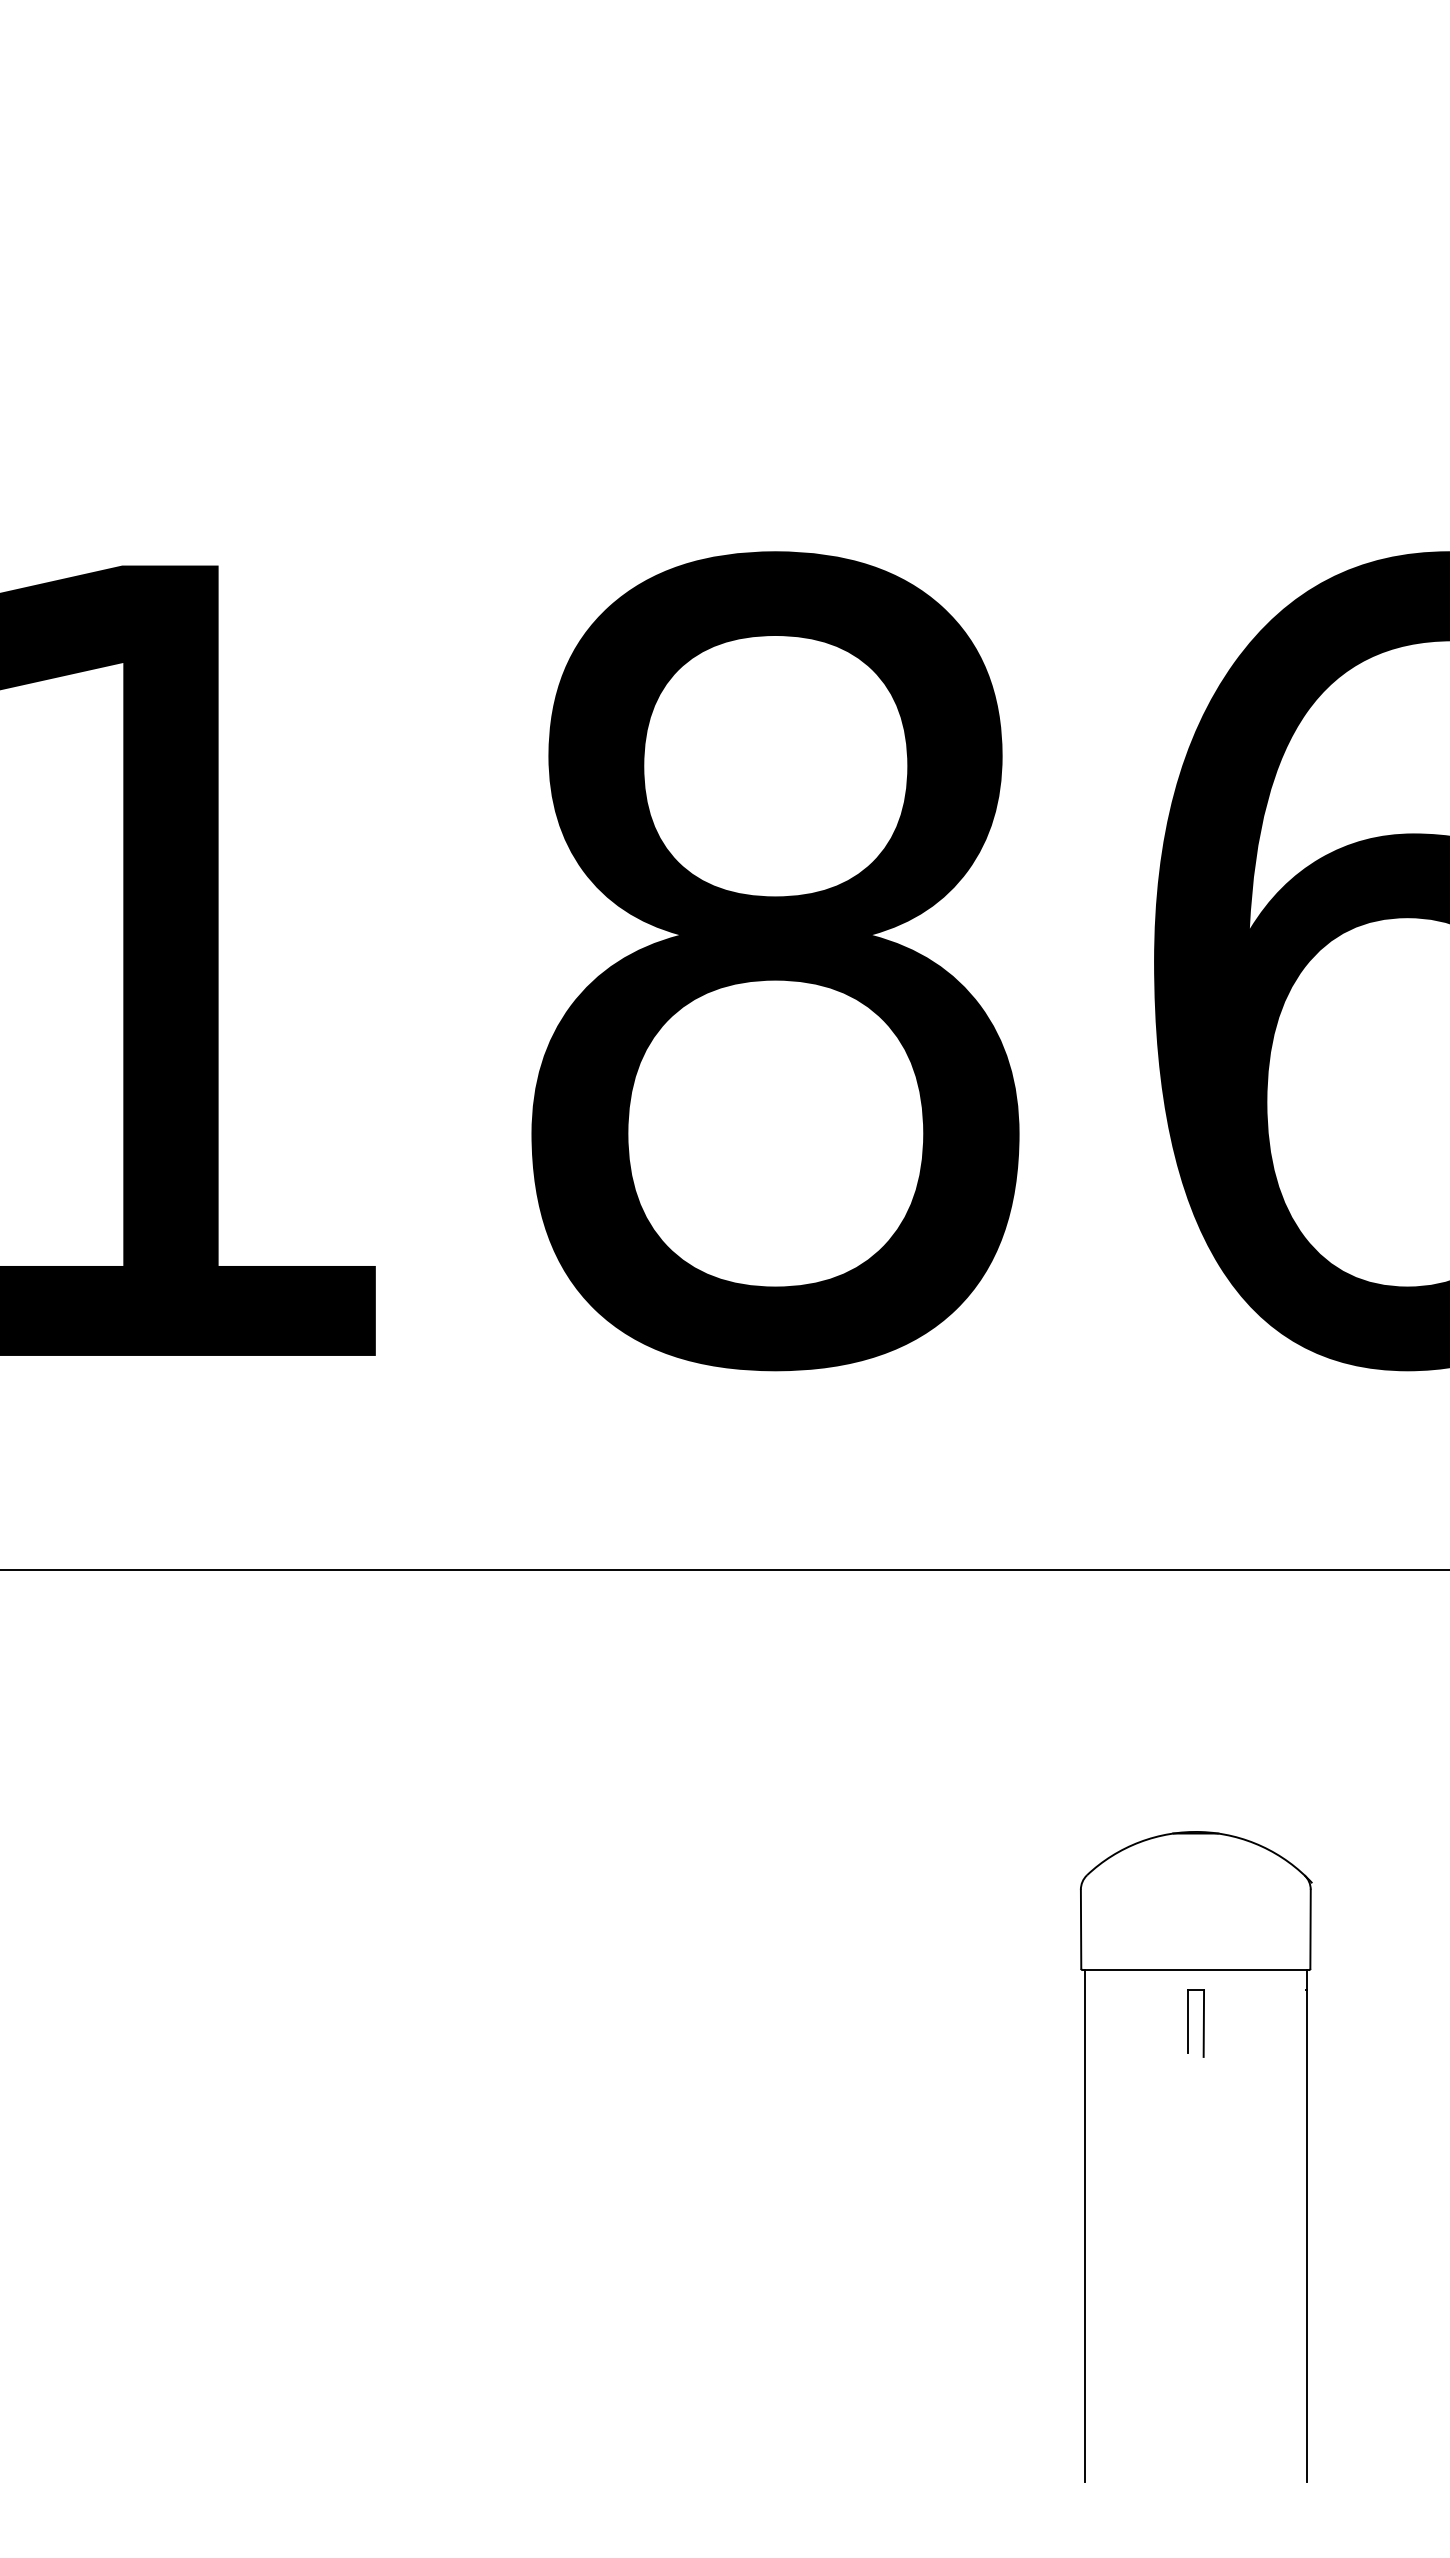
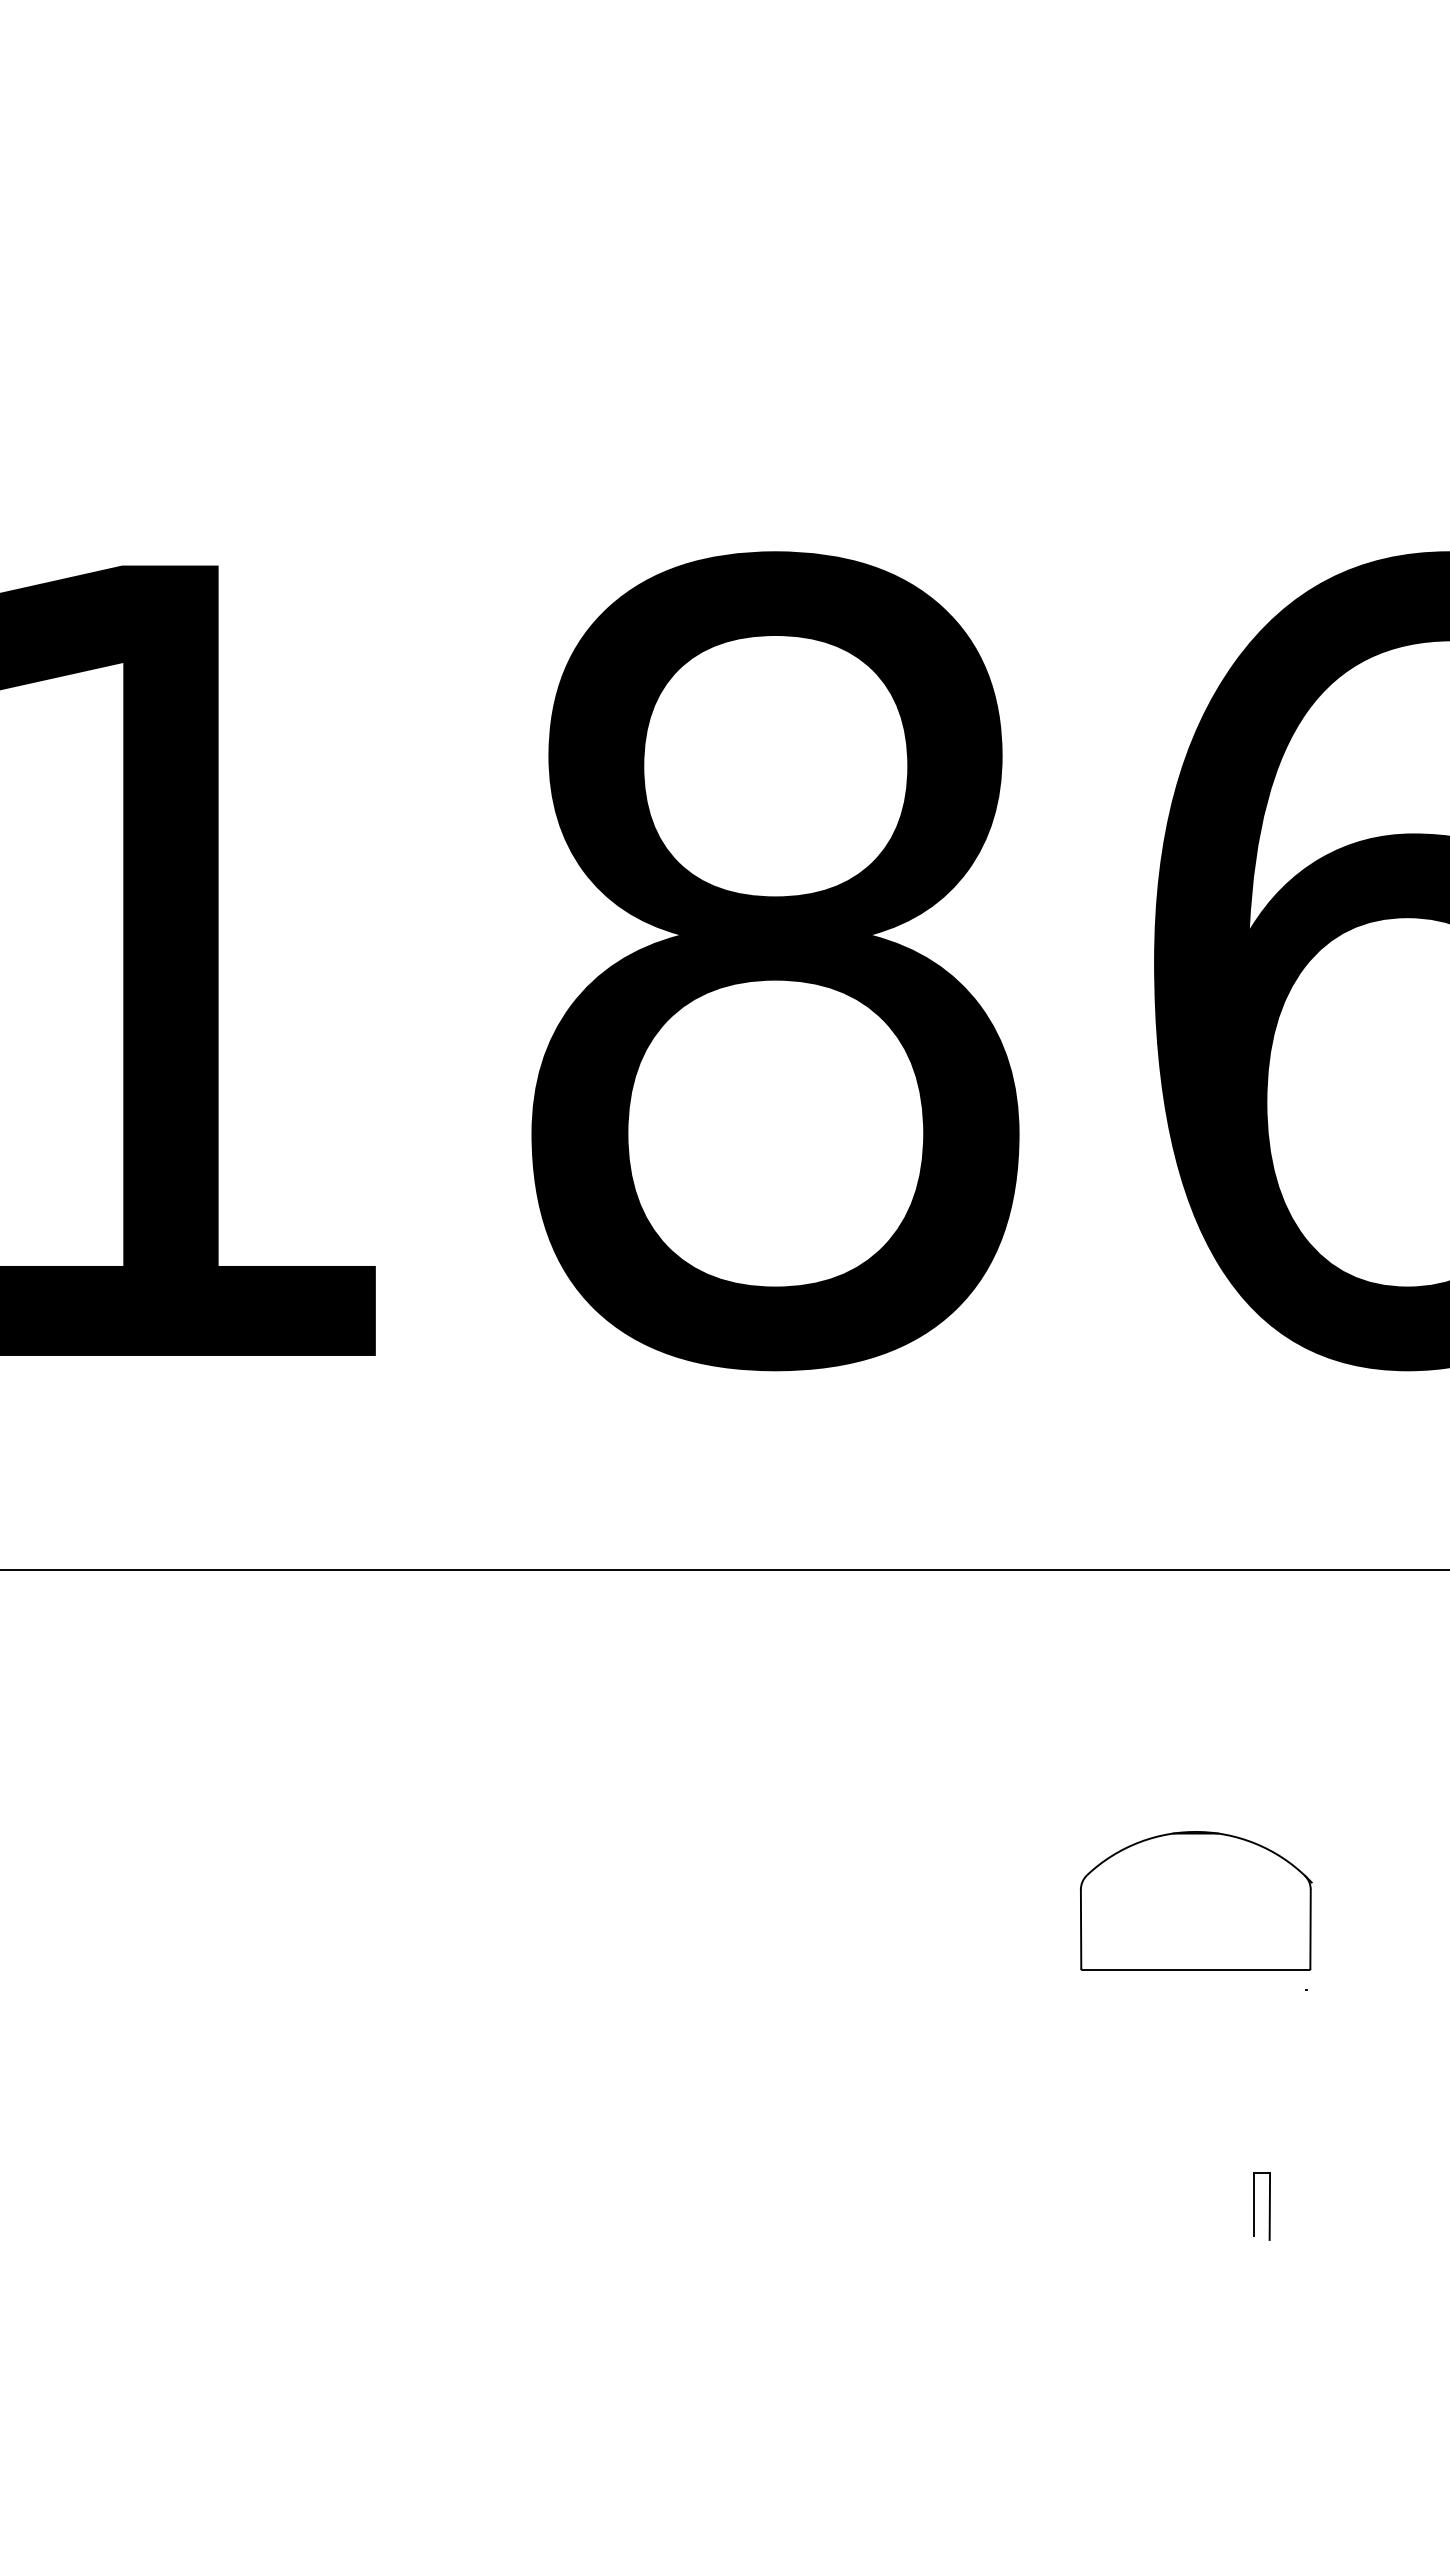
part at (1188, 2023) position: (1188, 2023) -> (1254, 2206)
line at (1084, 2225): present -> none
line at (1306, 2225): present -> none
